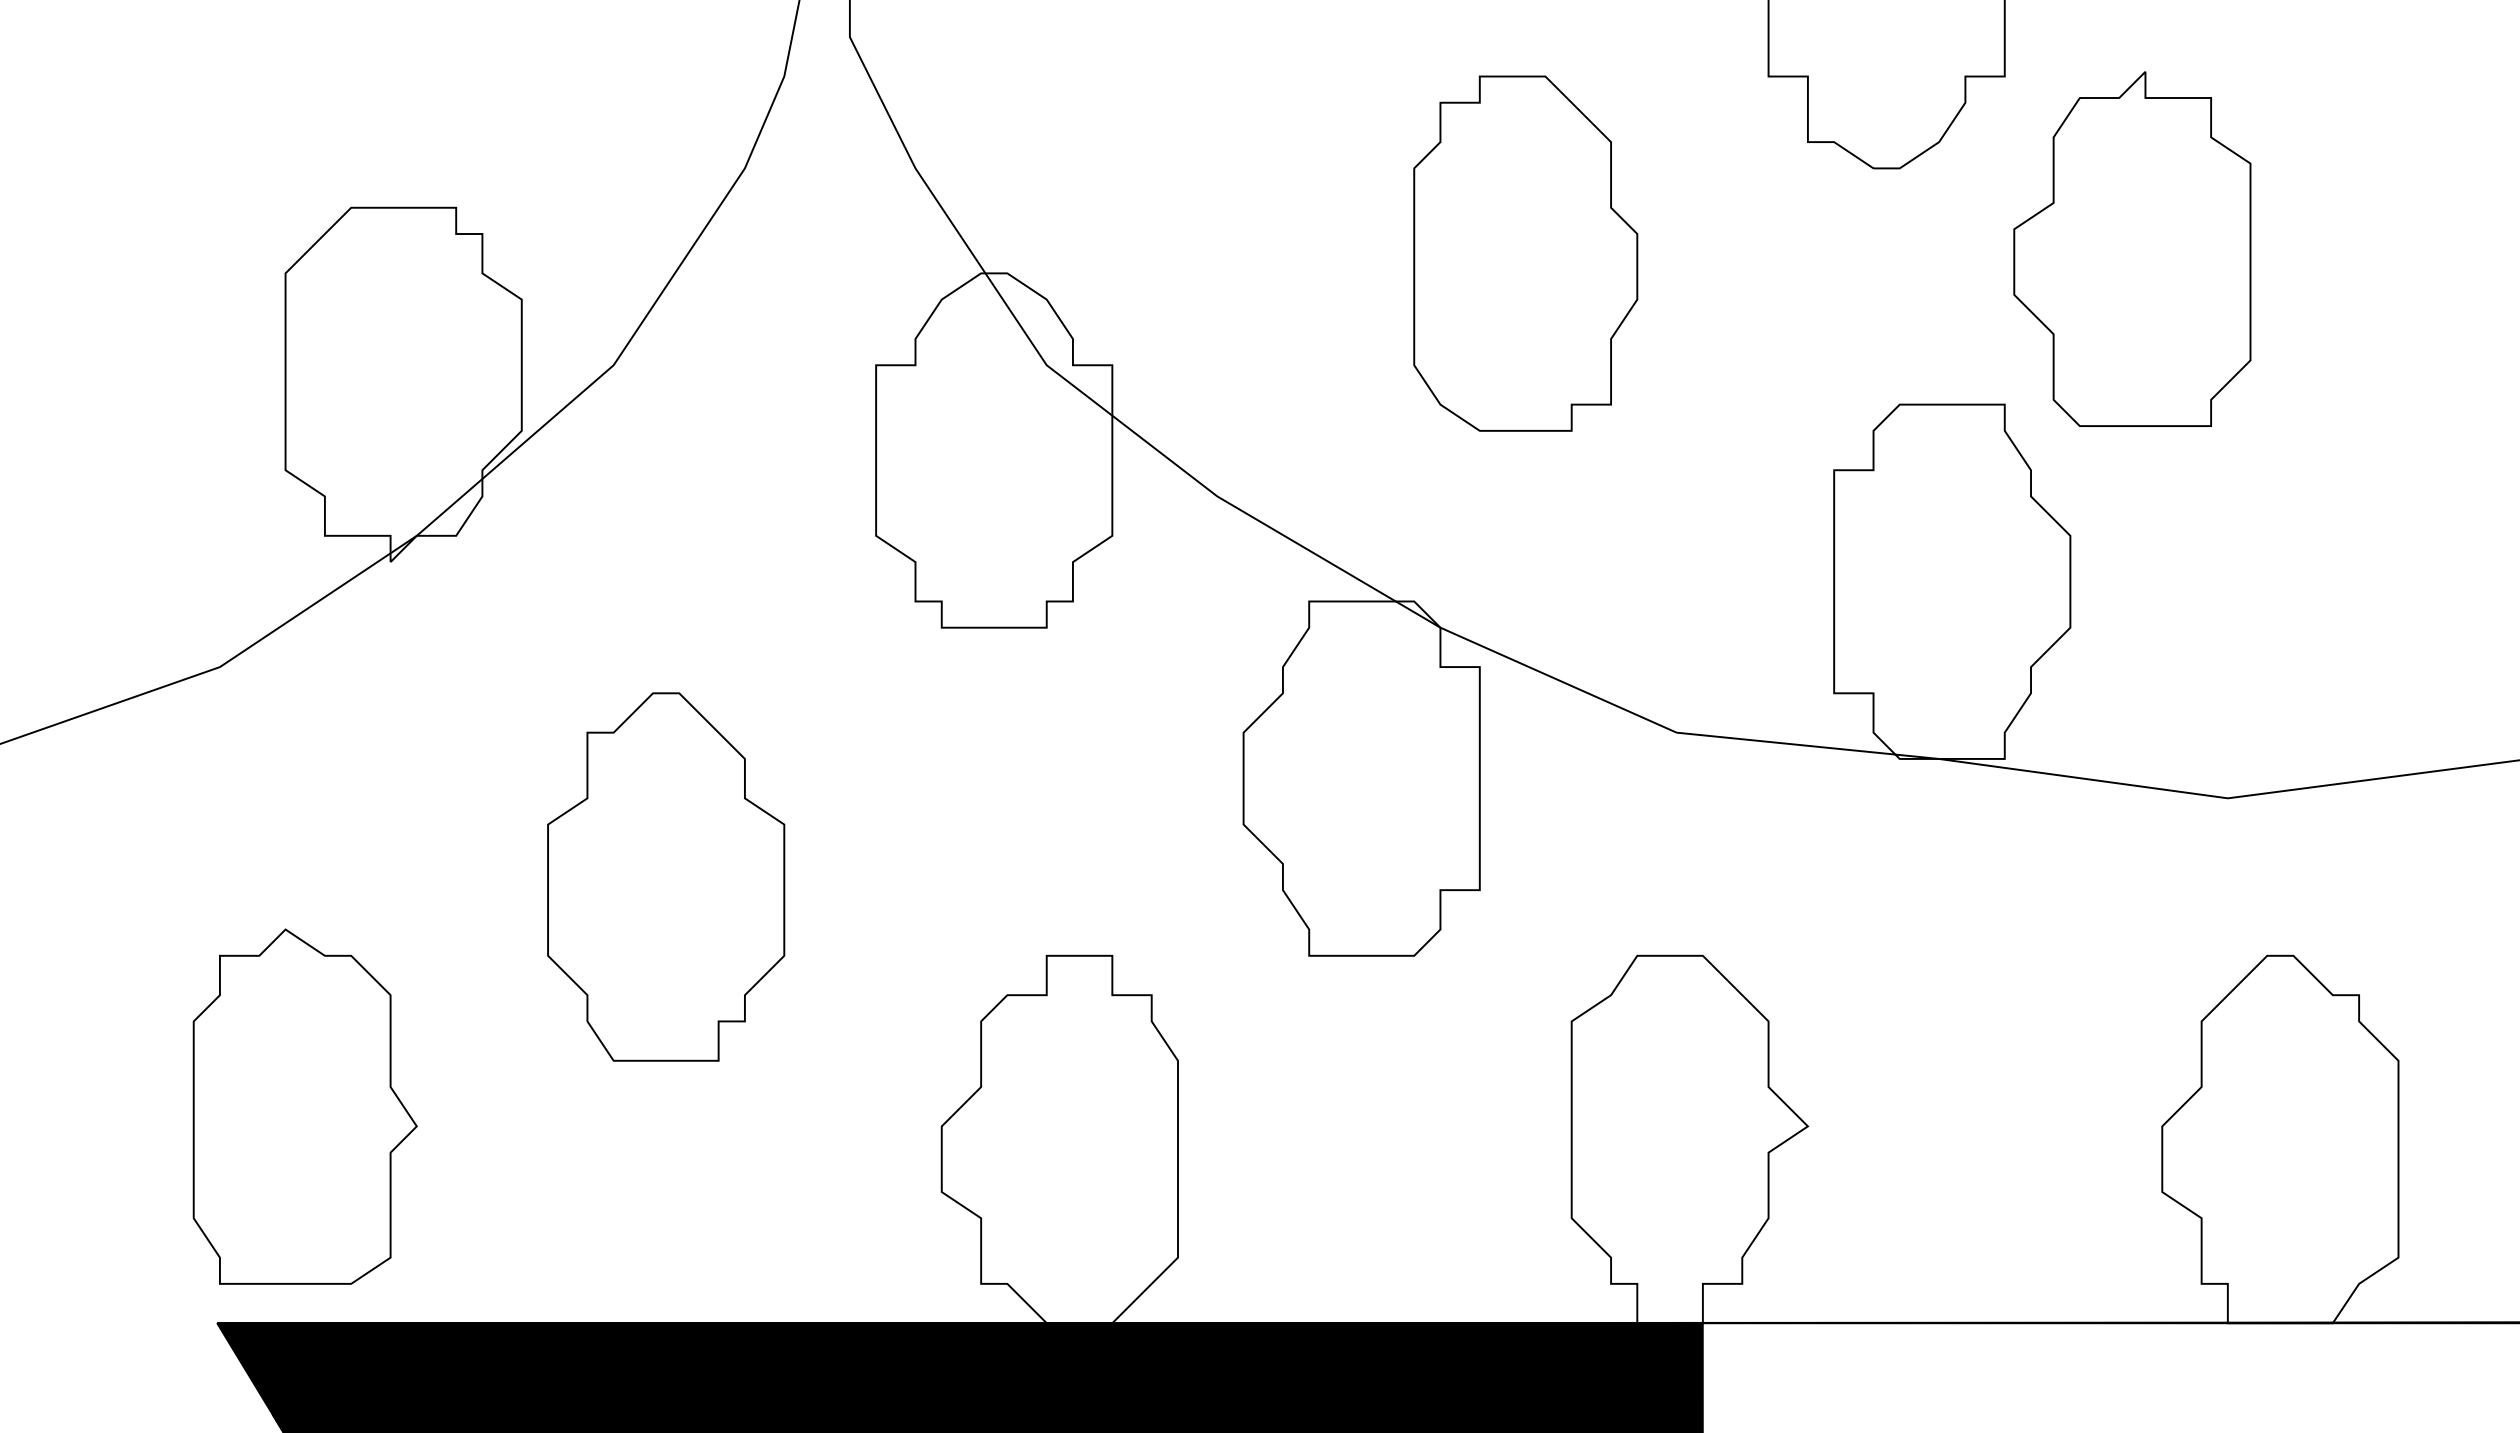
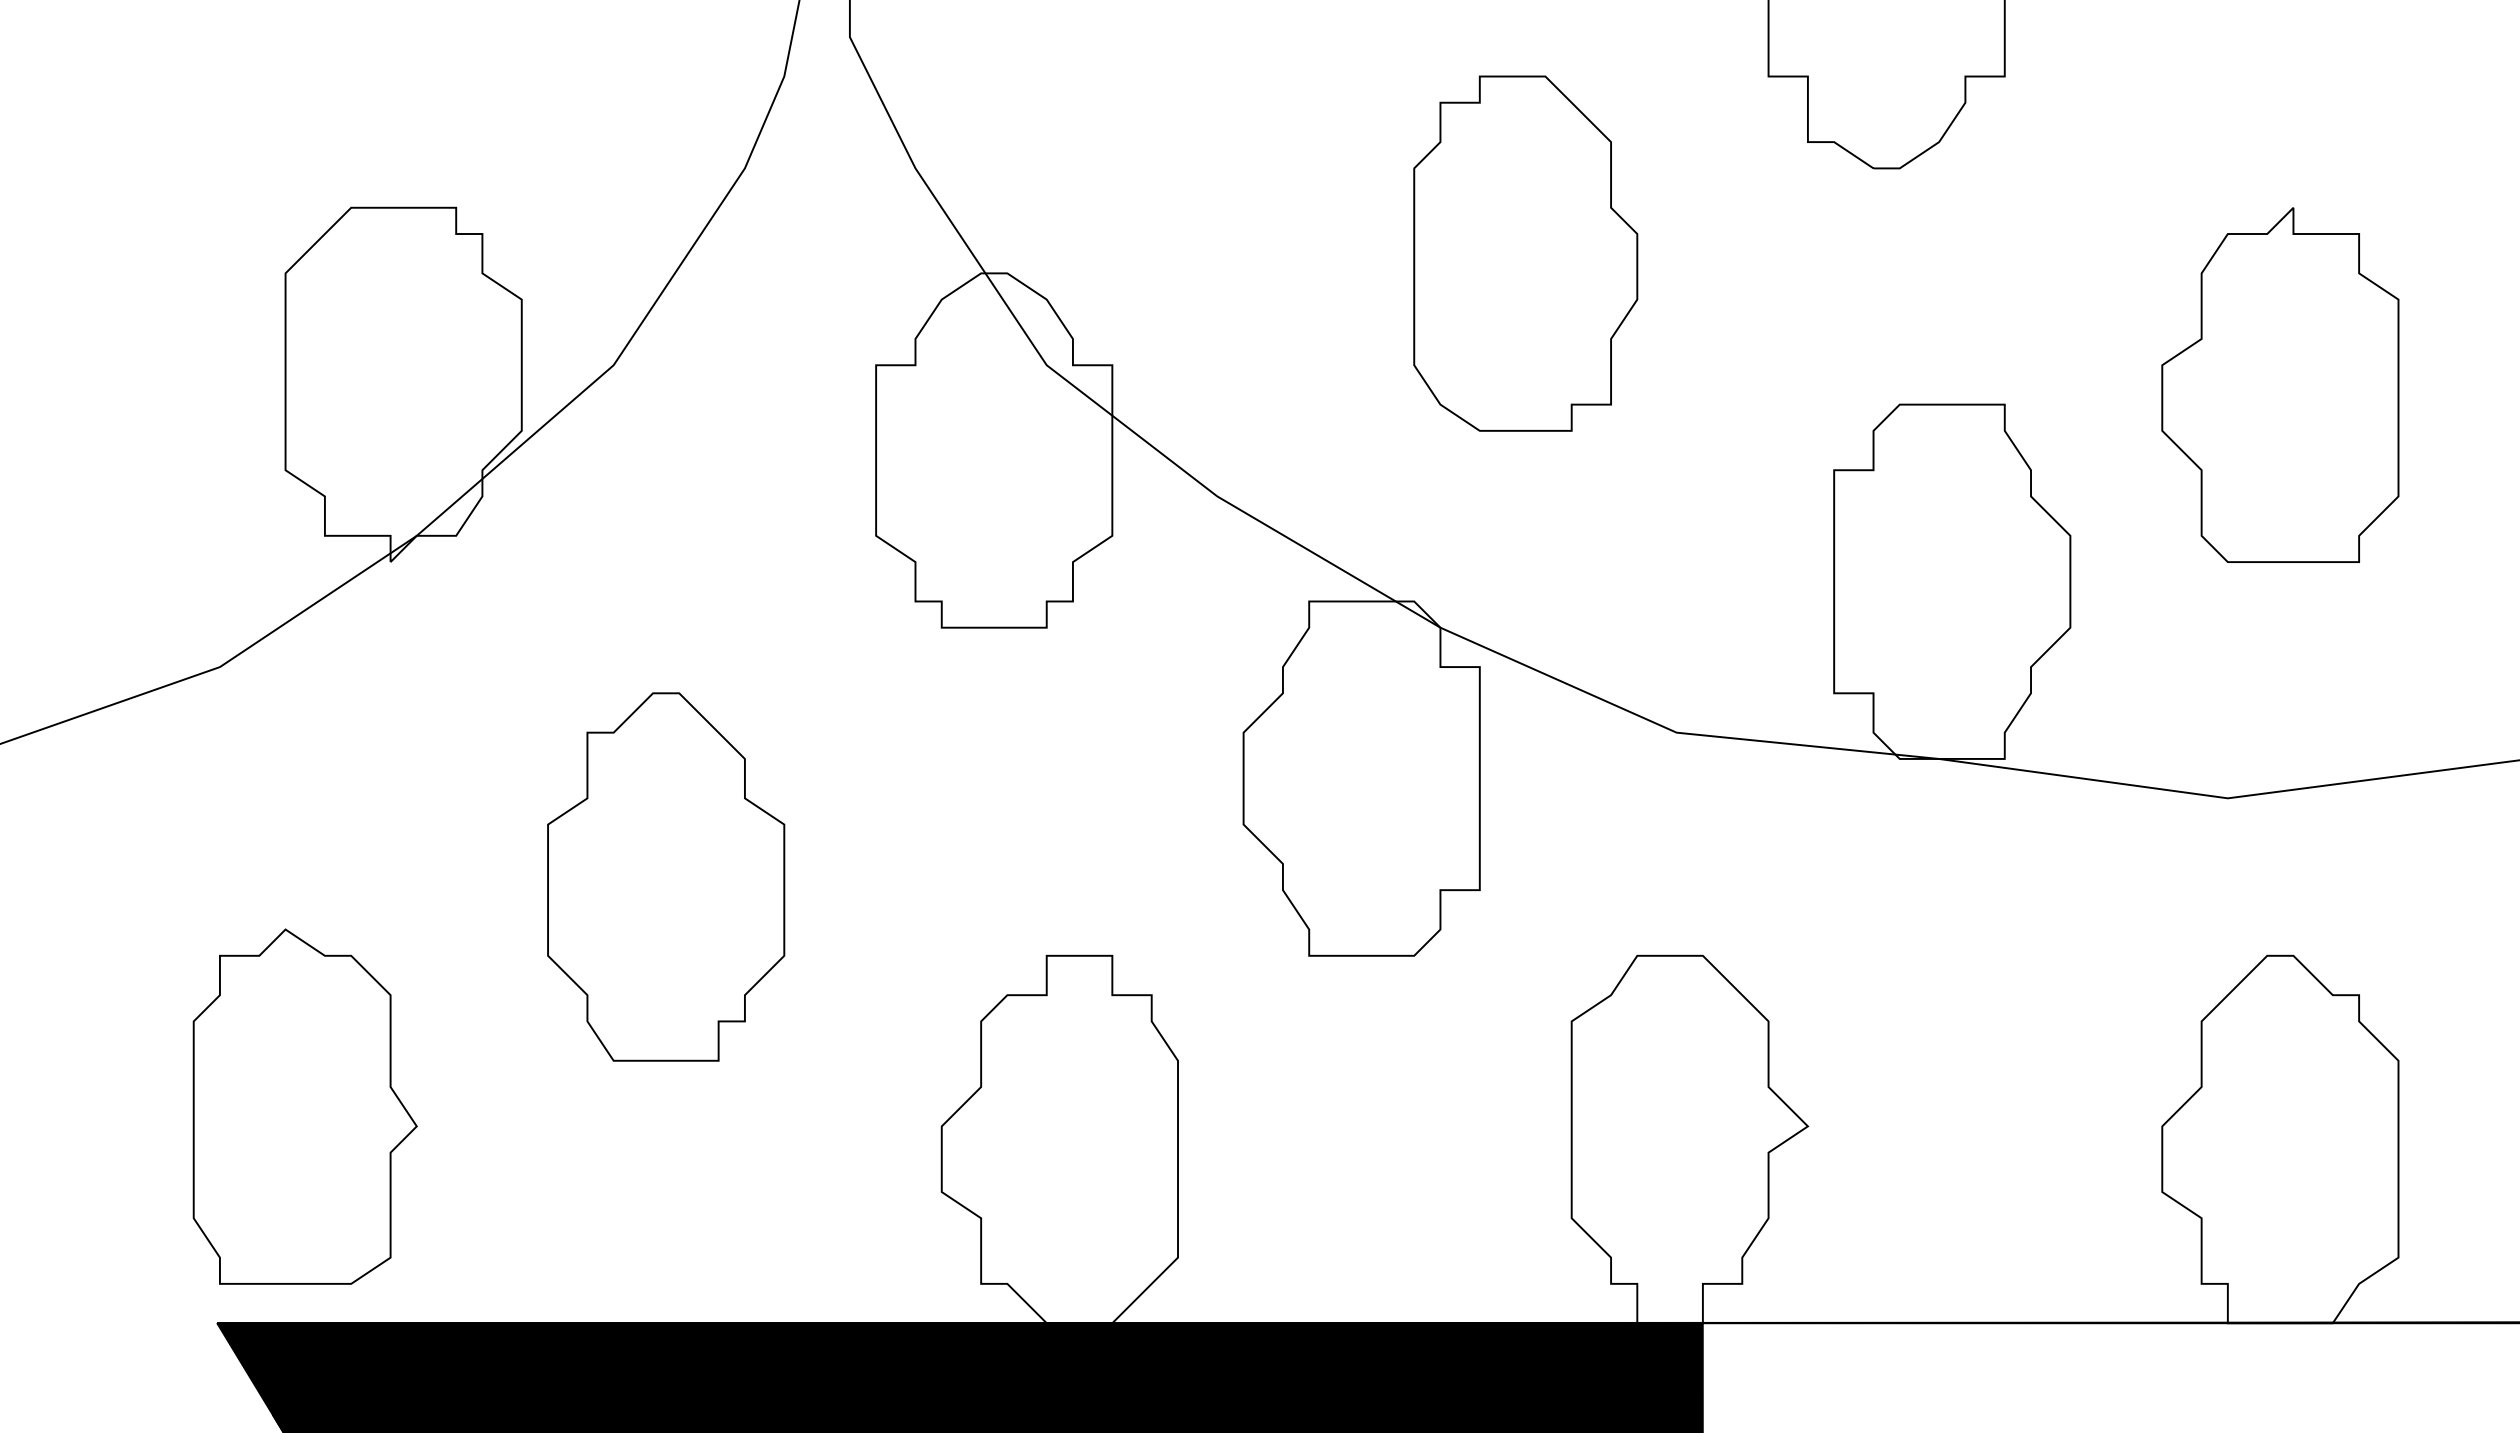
part at (2132, 248) position: (2132, 248) -> (2280, 384)
